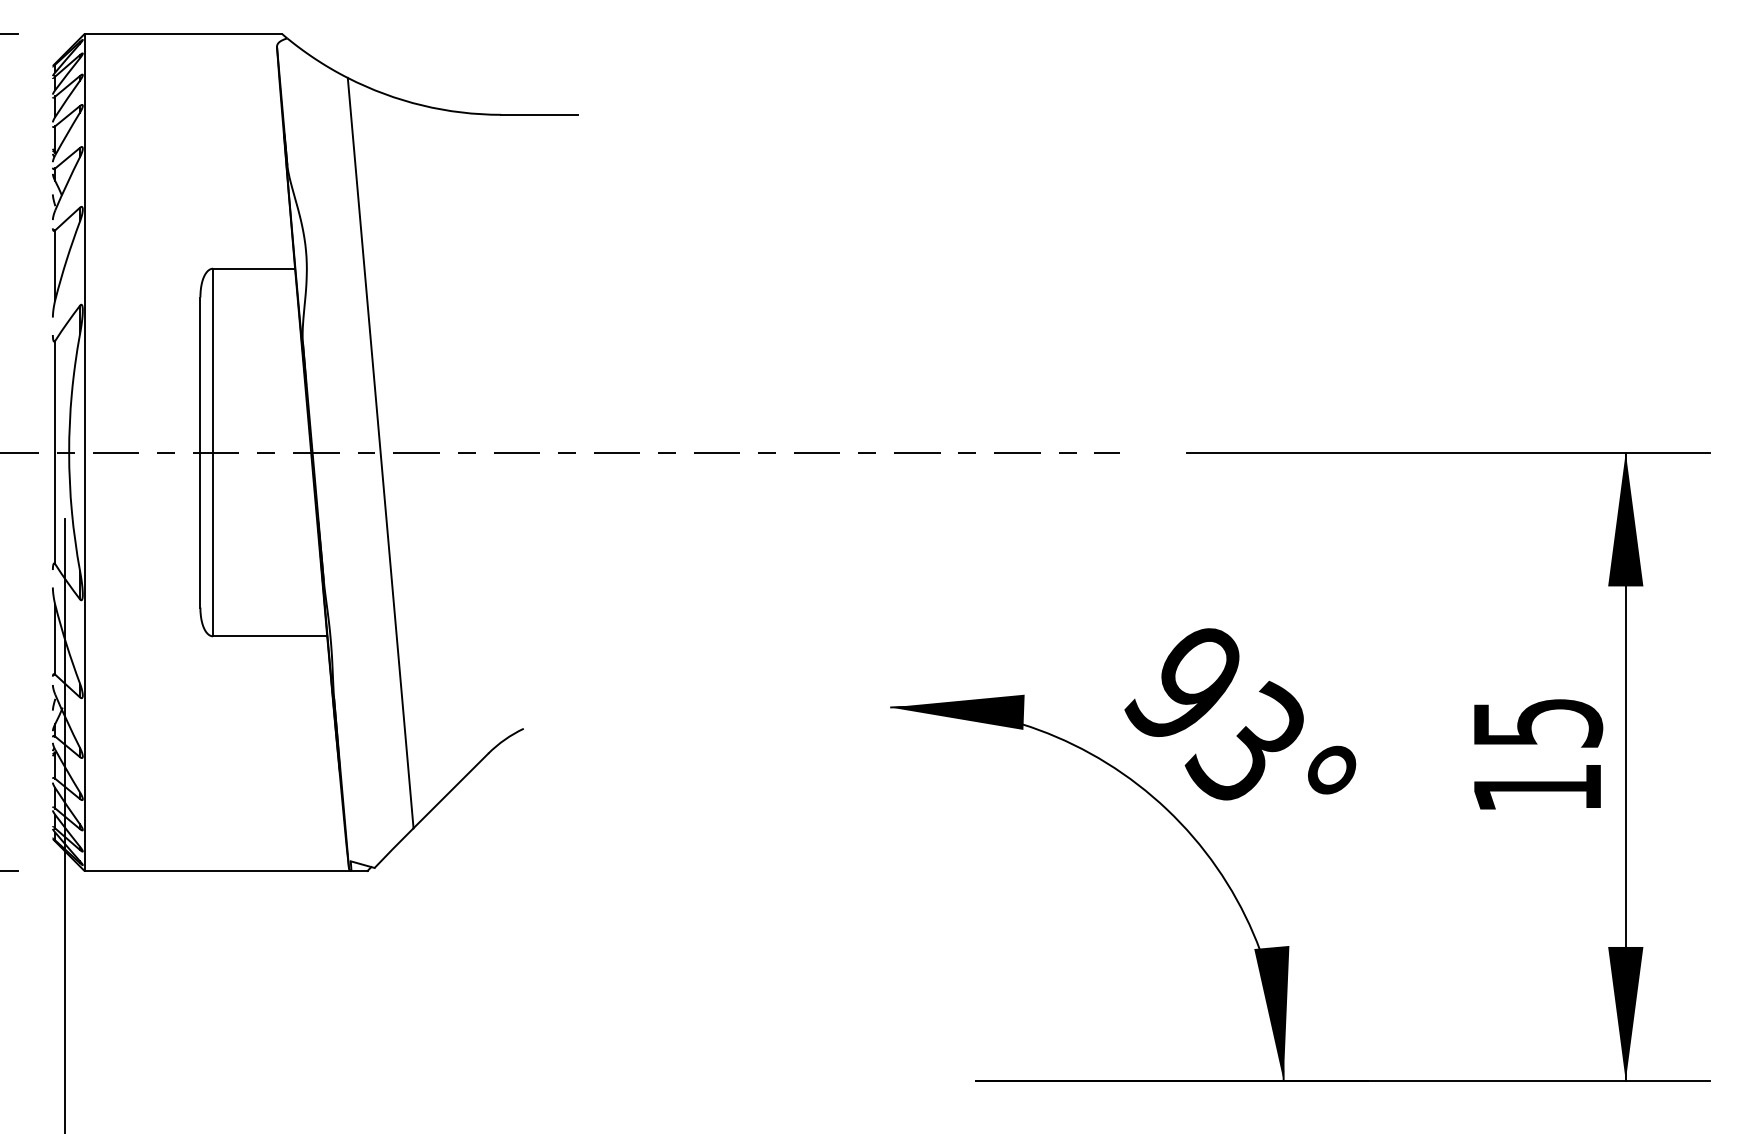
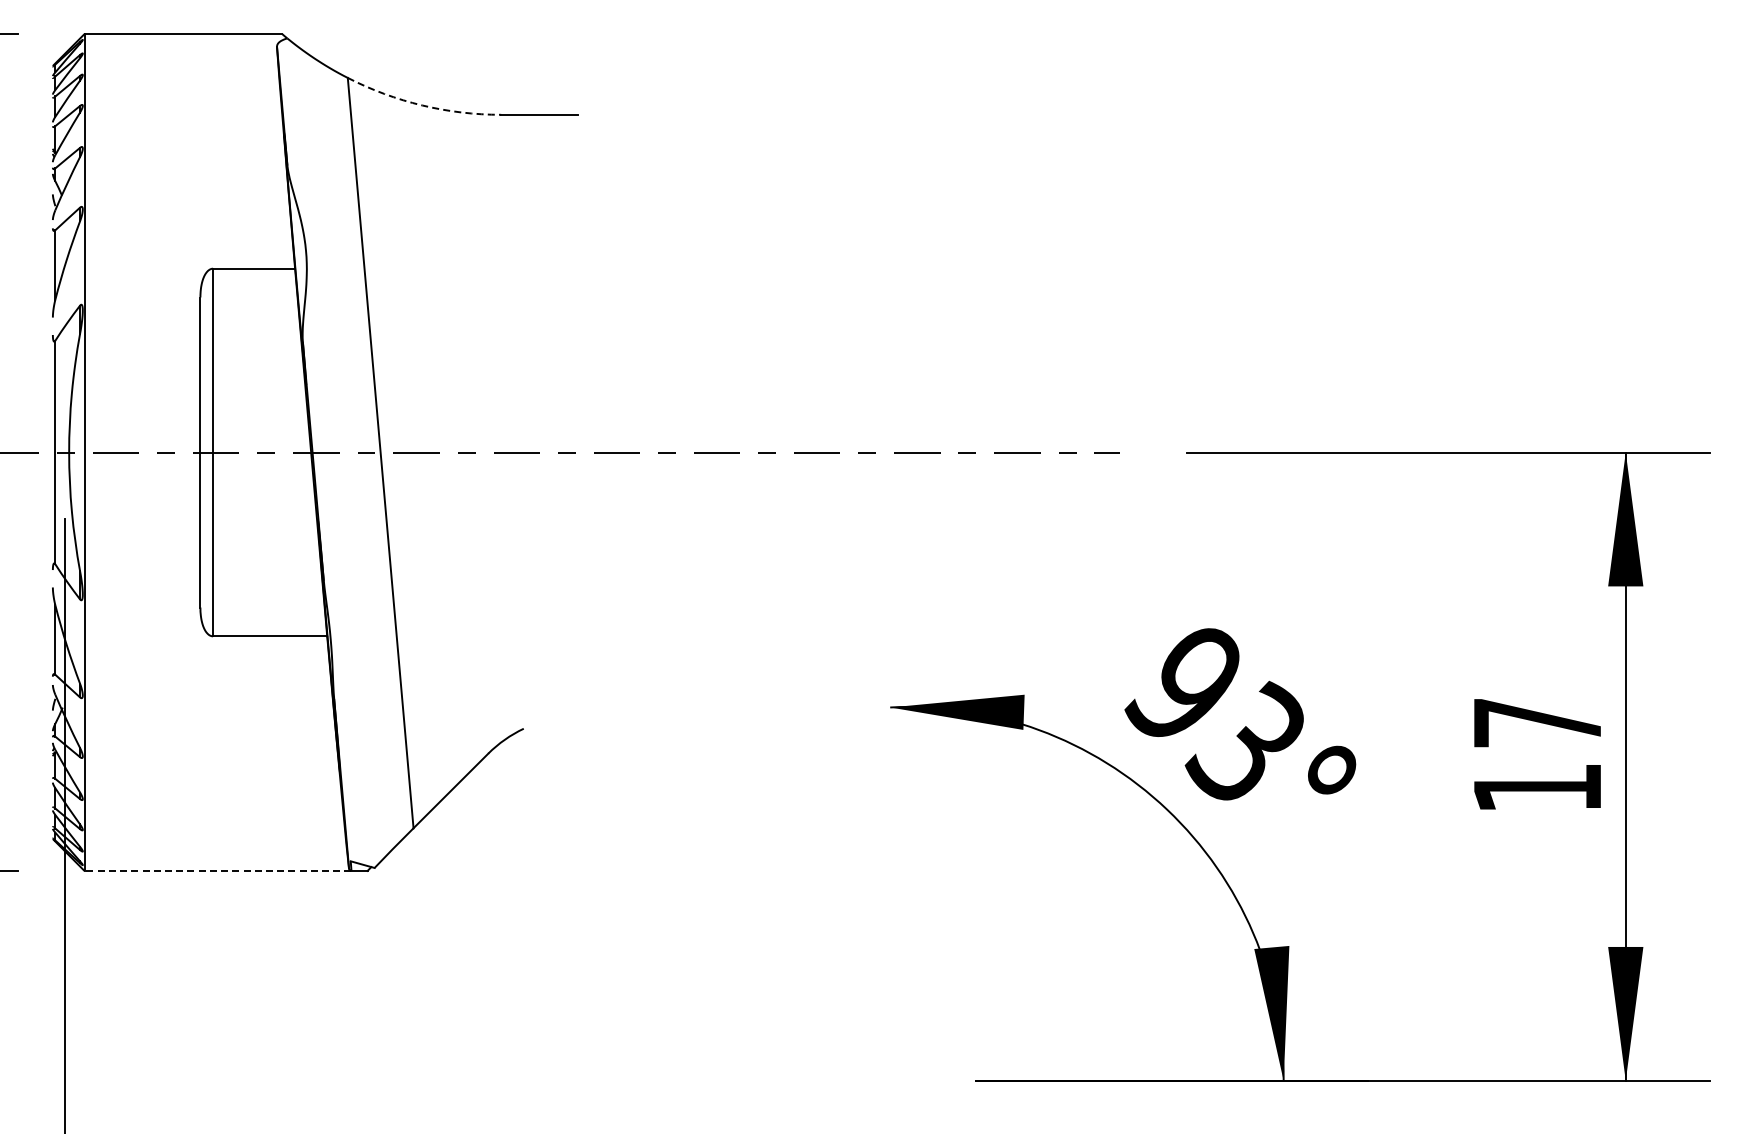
arc at (422, 105): solid -> dashed
text at (1538, 723): 15 -> 17
line at (217, 870): solid -> dashed
